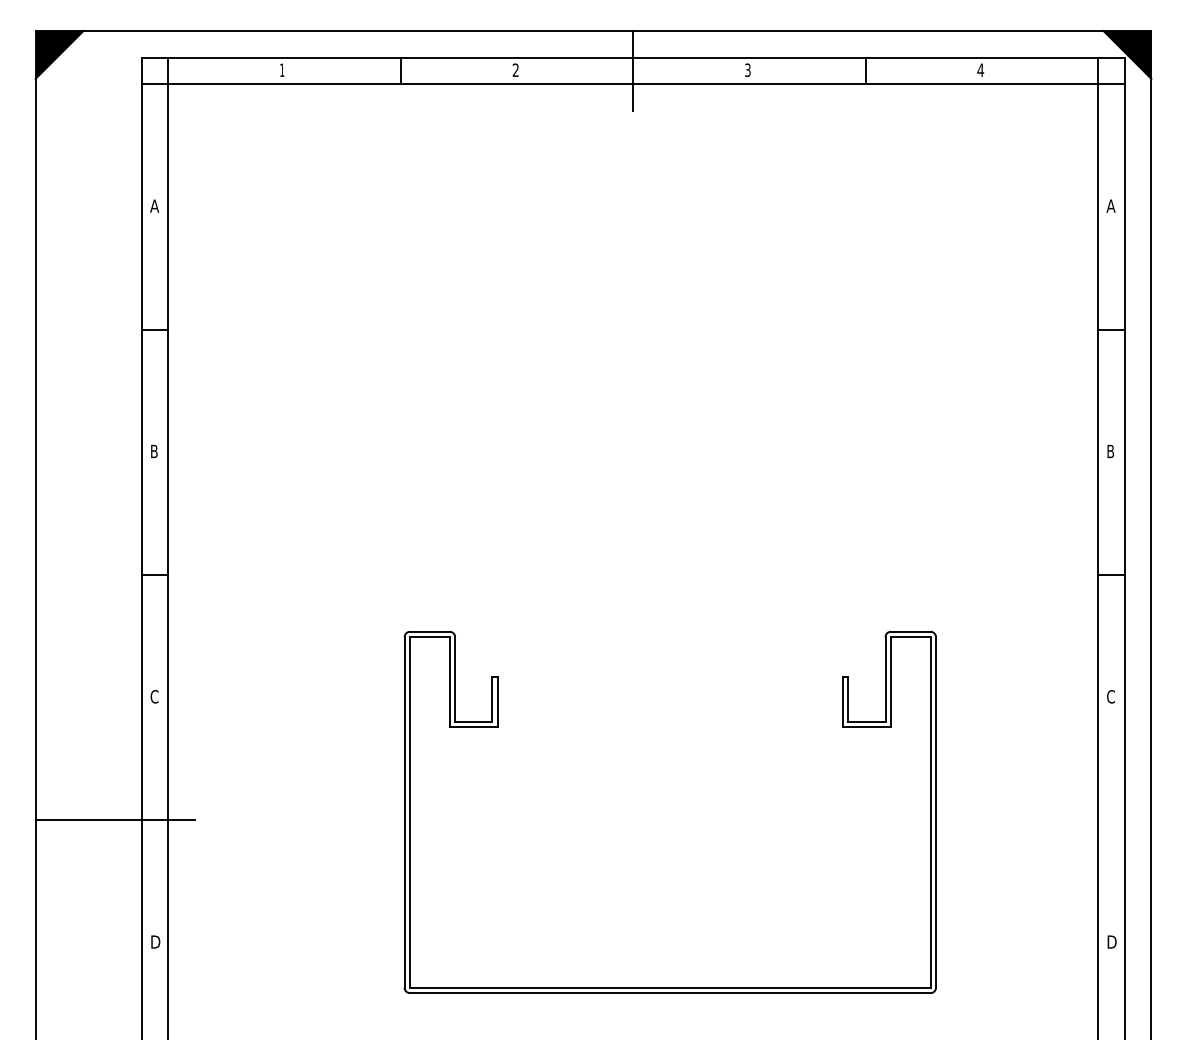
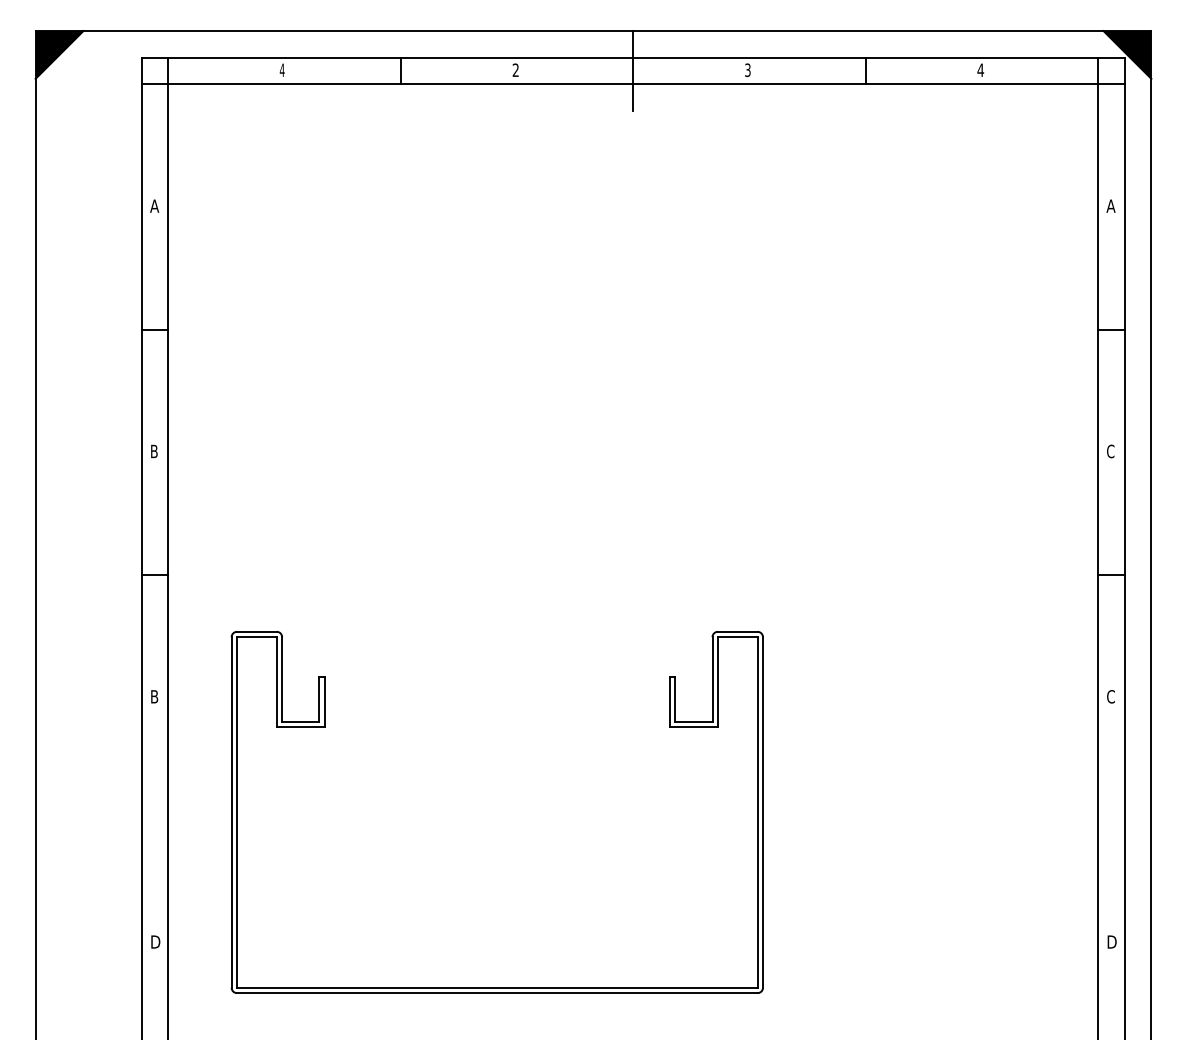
text at (281, 69): 1 -> 4
text at (1110, 451): B -> C
text at (154, 696): C -> B
line at (115, 820): present -> none
part at (669, 987) position: (669, 987) -> (496, 987)
